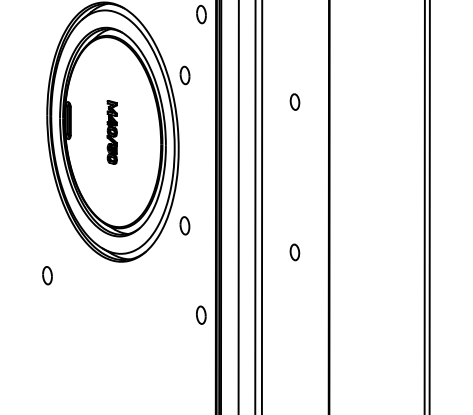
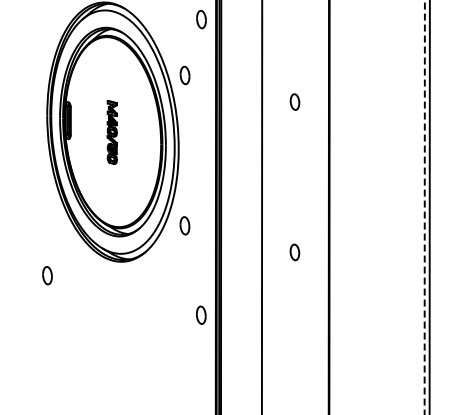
part at (201, 14) position: (201, 14) -> (201, 19)
line at (238, 206): present -> none
line at (255, 206): present -> none
line at (424, 207): solid -> dashed
